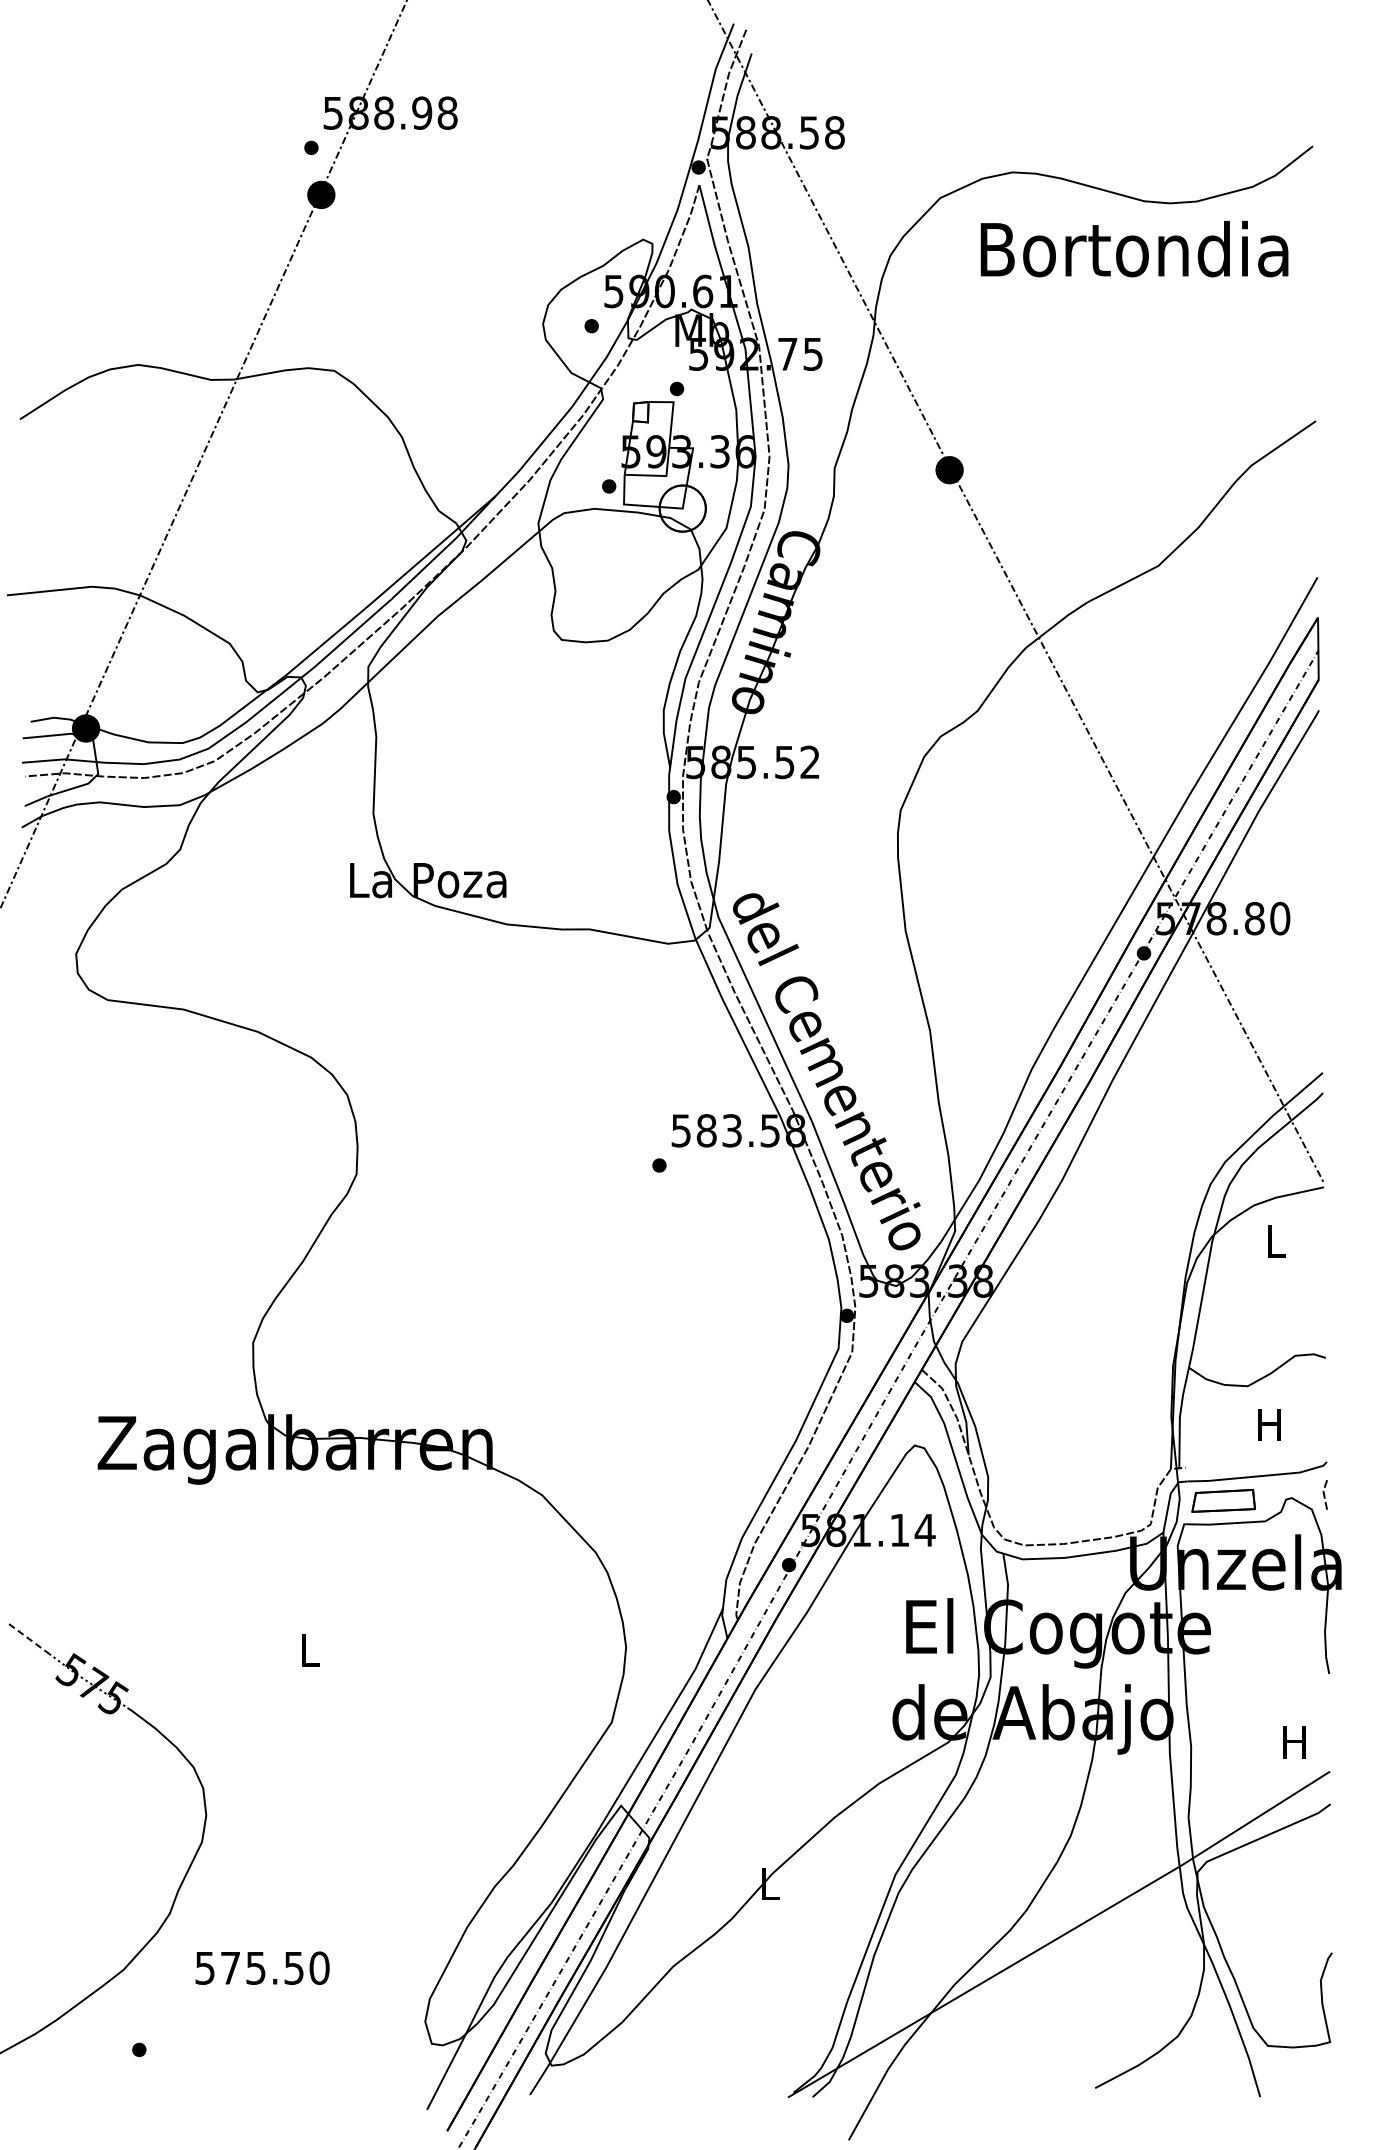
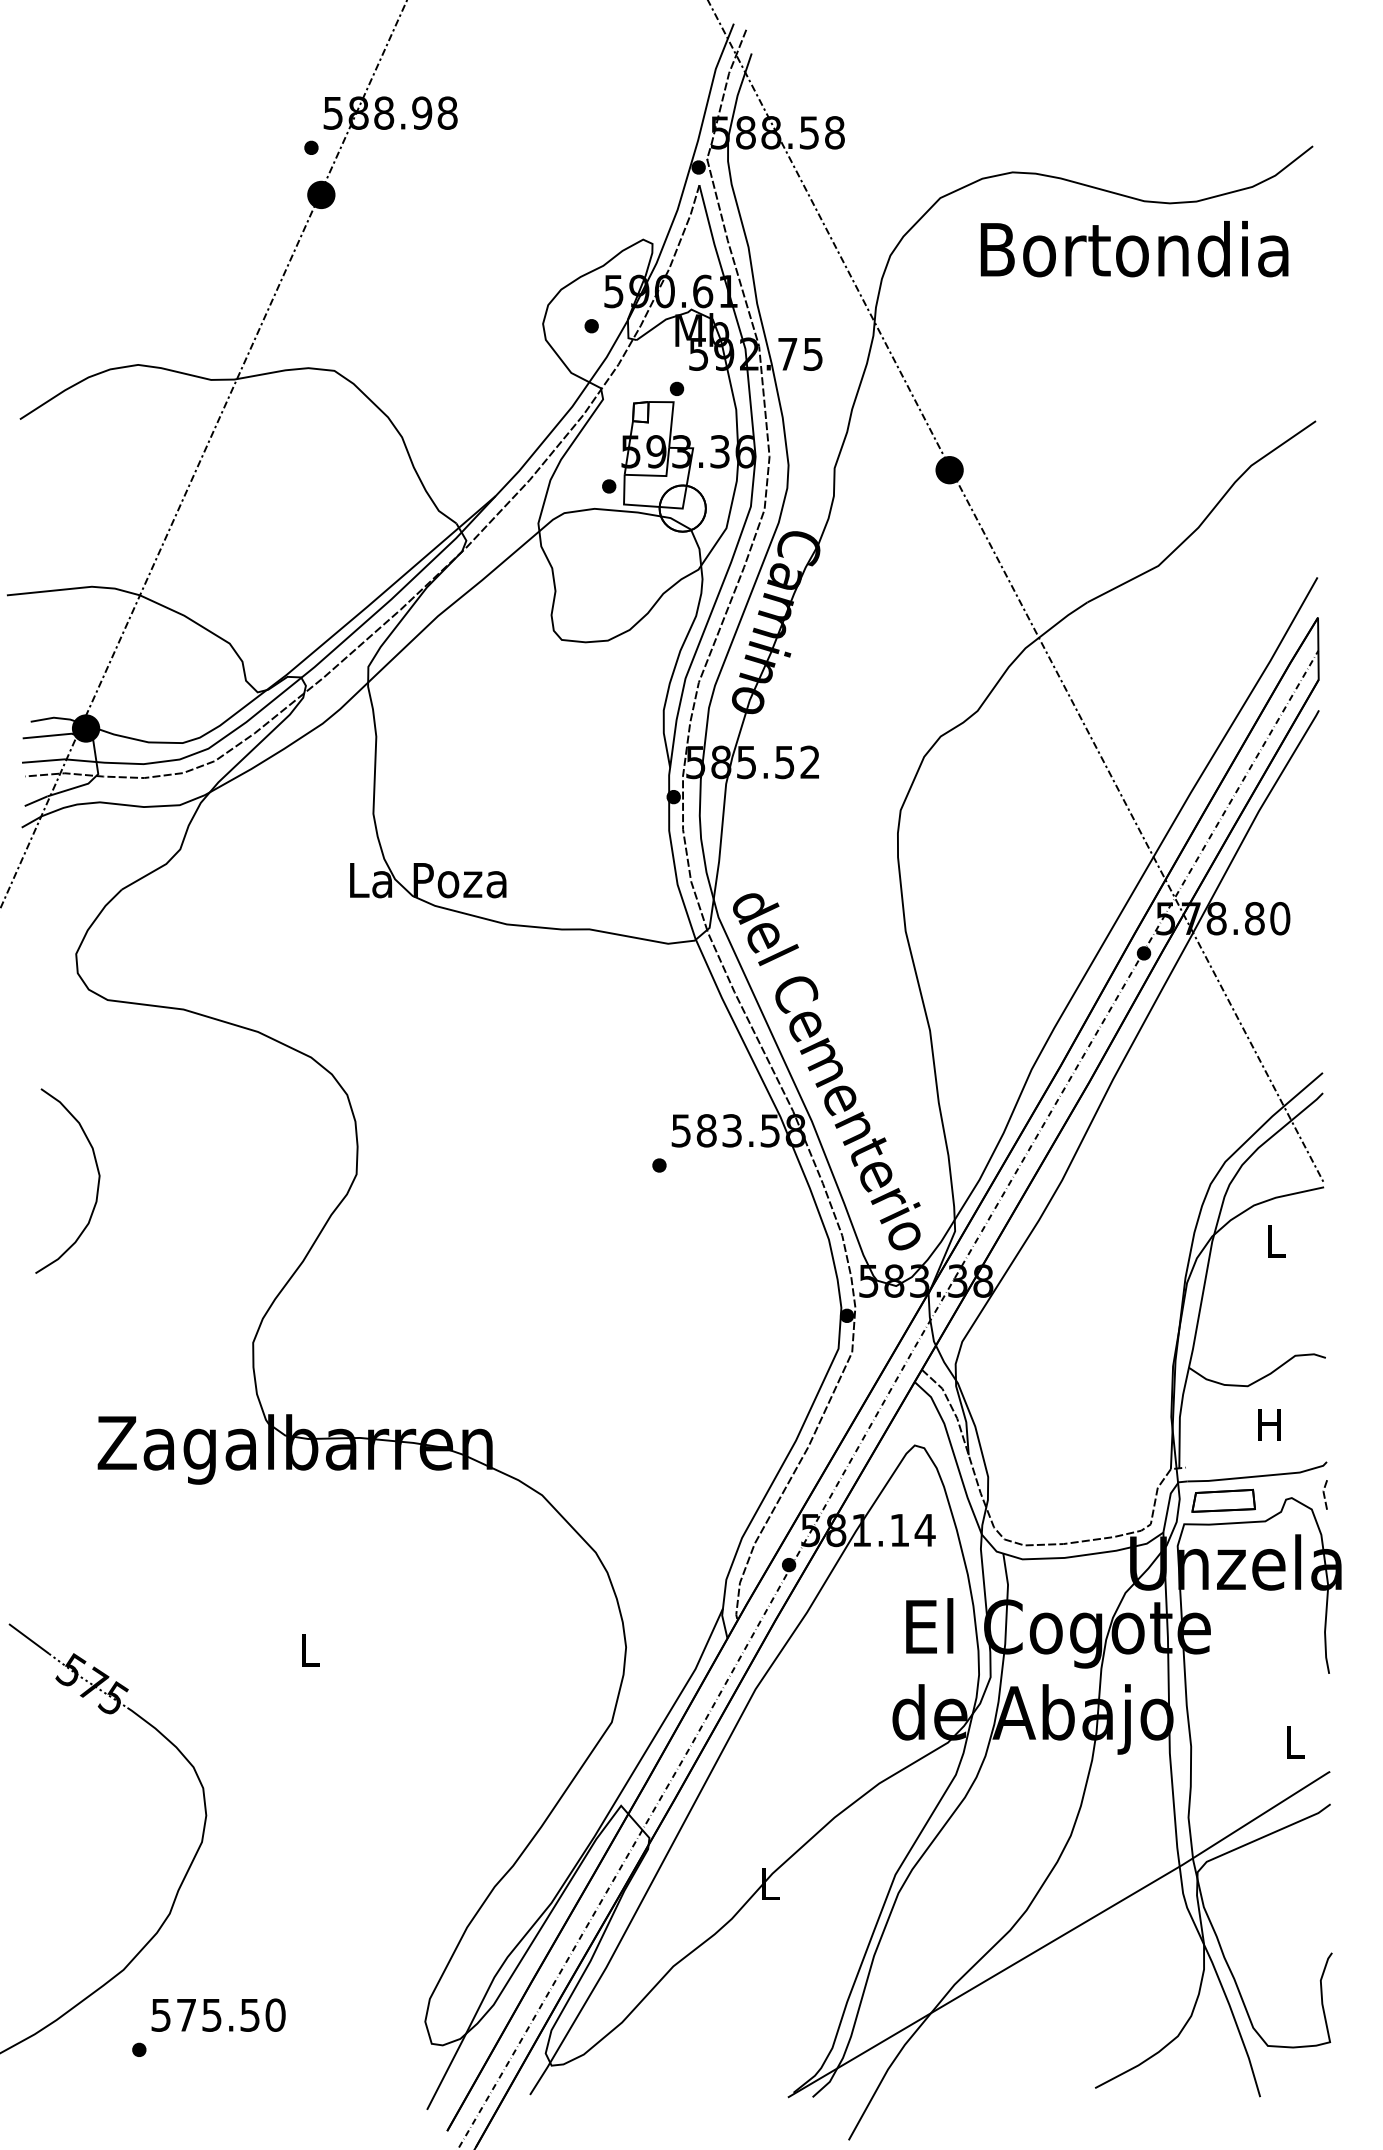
curve at (97, 1183): none -> present
line at (29, 1638): dashed -> solid
text at (1294, 1742): H -> L
text at (262, 1967) position: (262, 1967) -> (218, 2014)
